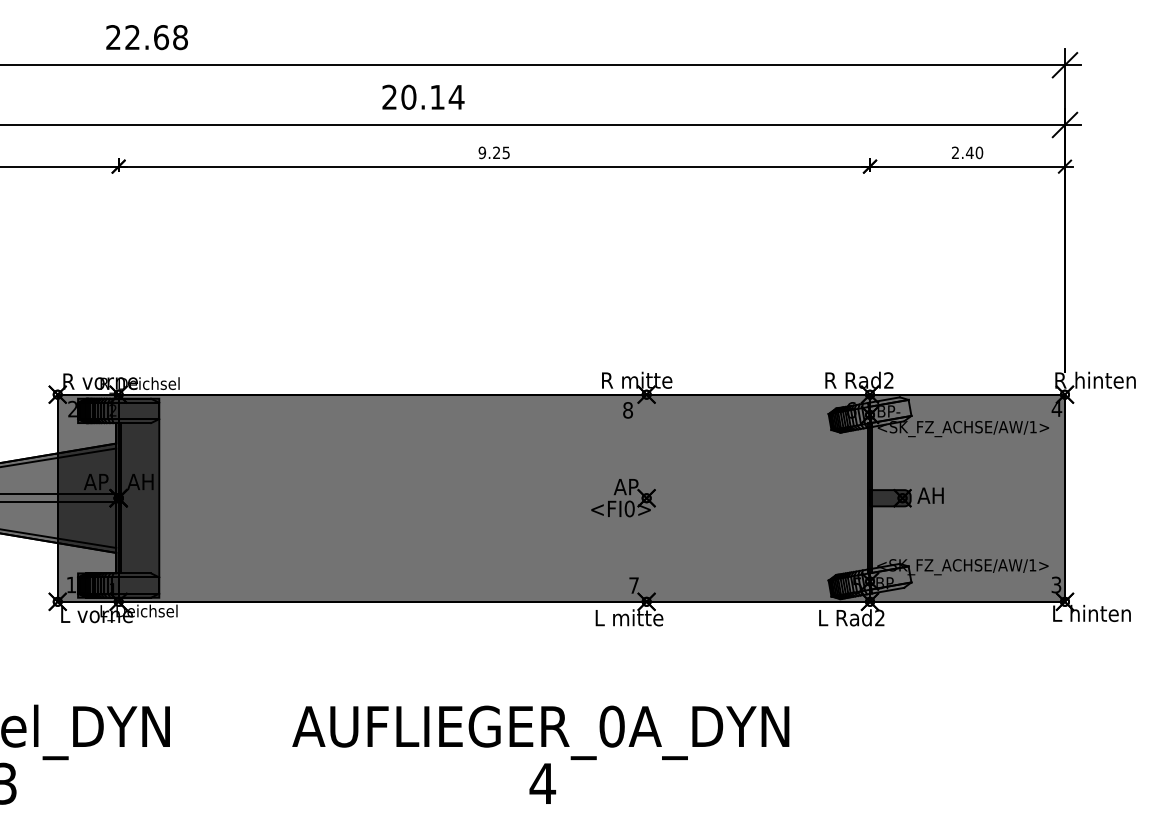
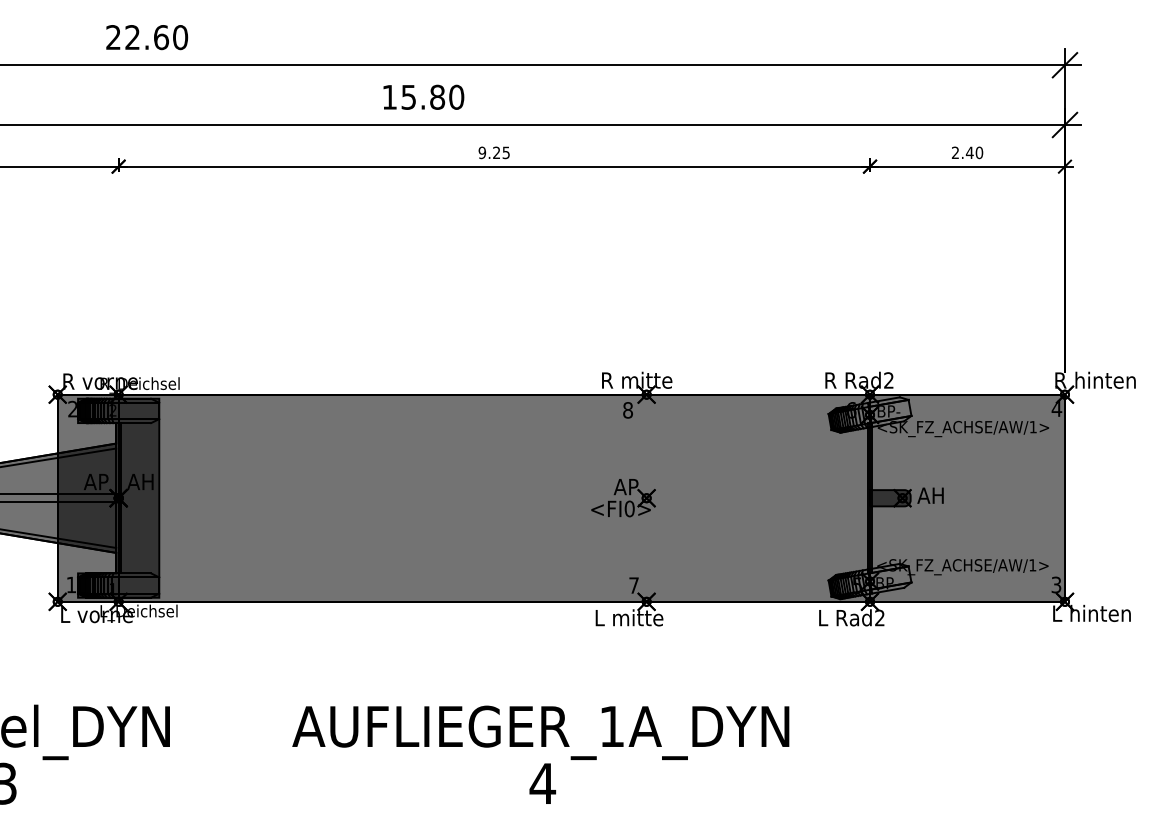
text at (180, 37): 22.68 -> 22.60
text at (423, 96): 20.14 -> 15.80
text at (611, 726): AUFLIEGER_0A_DYN -> AUFLIEGER_1A_DYN
